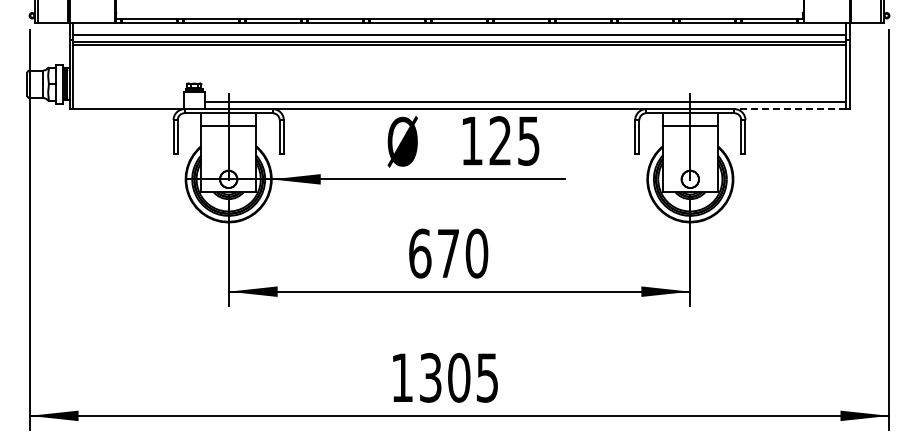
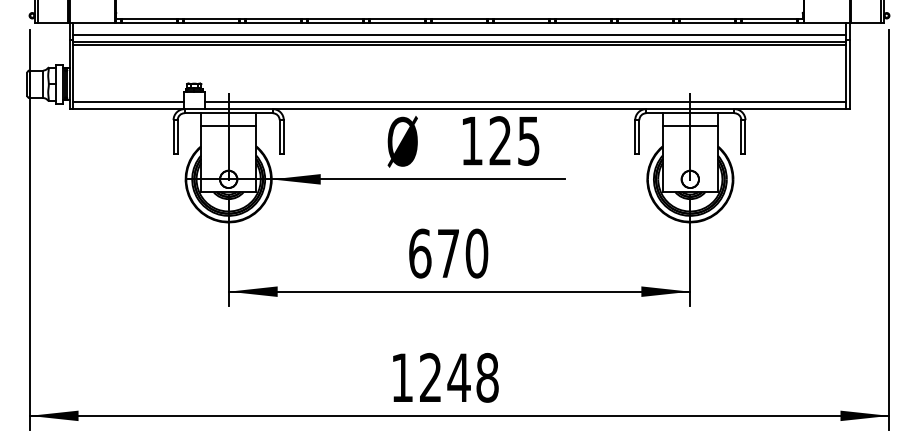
line at (127, 102): none -> present
line at (790, 109): dashed -> solid
text at (459, 377): 1305 -> 1248
